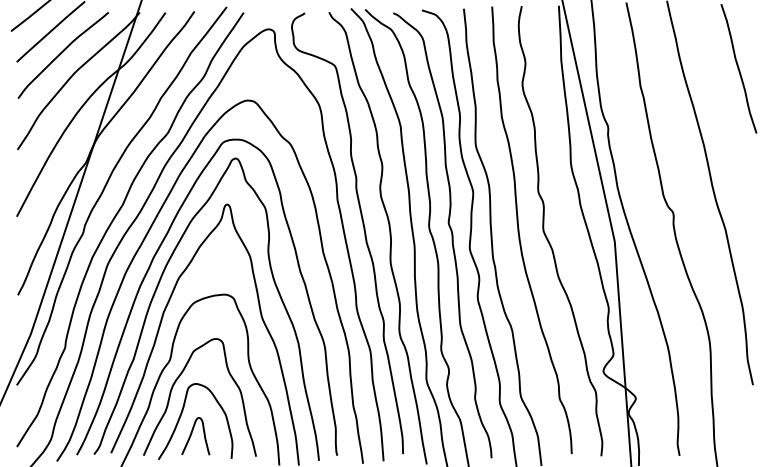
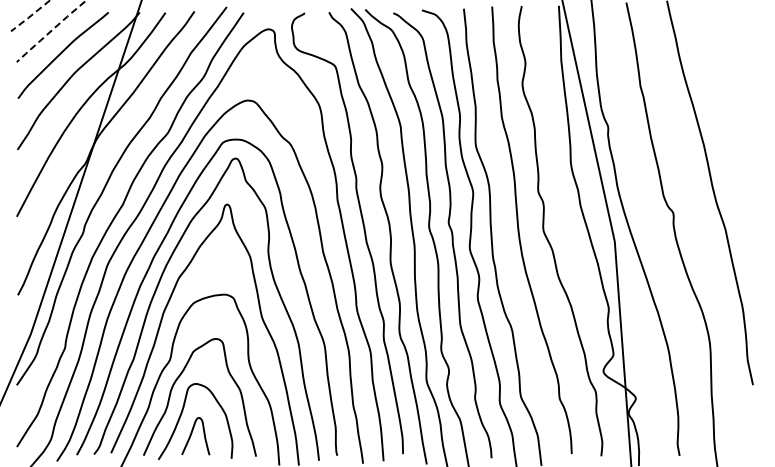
line at (30, 16): solid -> dashed
line at (50, 31): solid -> dashed
curve at (738, 68): present -> none
